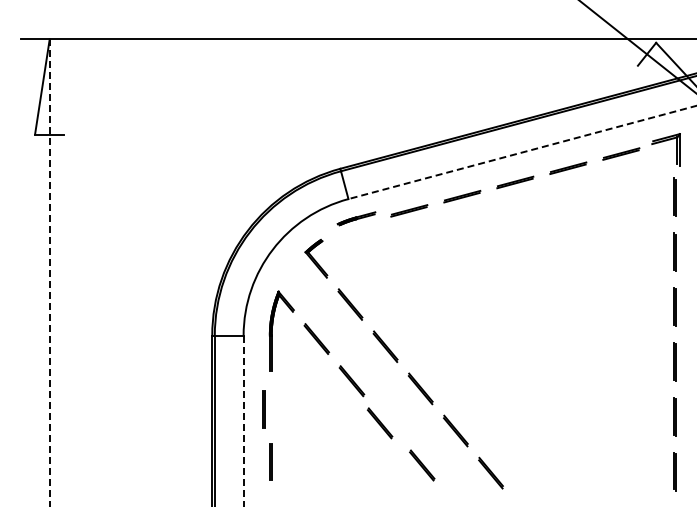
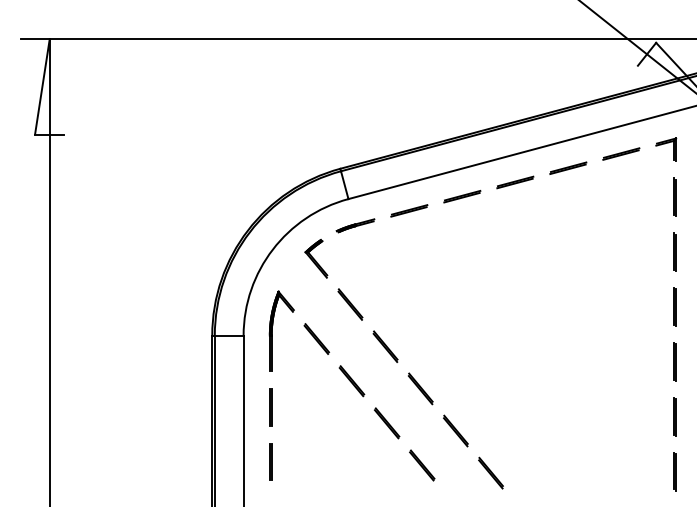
part at (665, 149) size: 30x34 px -> 23x25 px
line at (522, 152): dashed -> solid
part at (356, 218) position: (356, 218) -> (355, 225)
line at (49, 273): dashed -> solid
line at (263, 409) position: (263, 409) -> (270, 407)
line at (243, 421): dashed -> solid
line at (380, 423) position: (380, 423) -> (387, 423)
